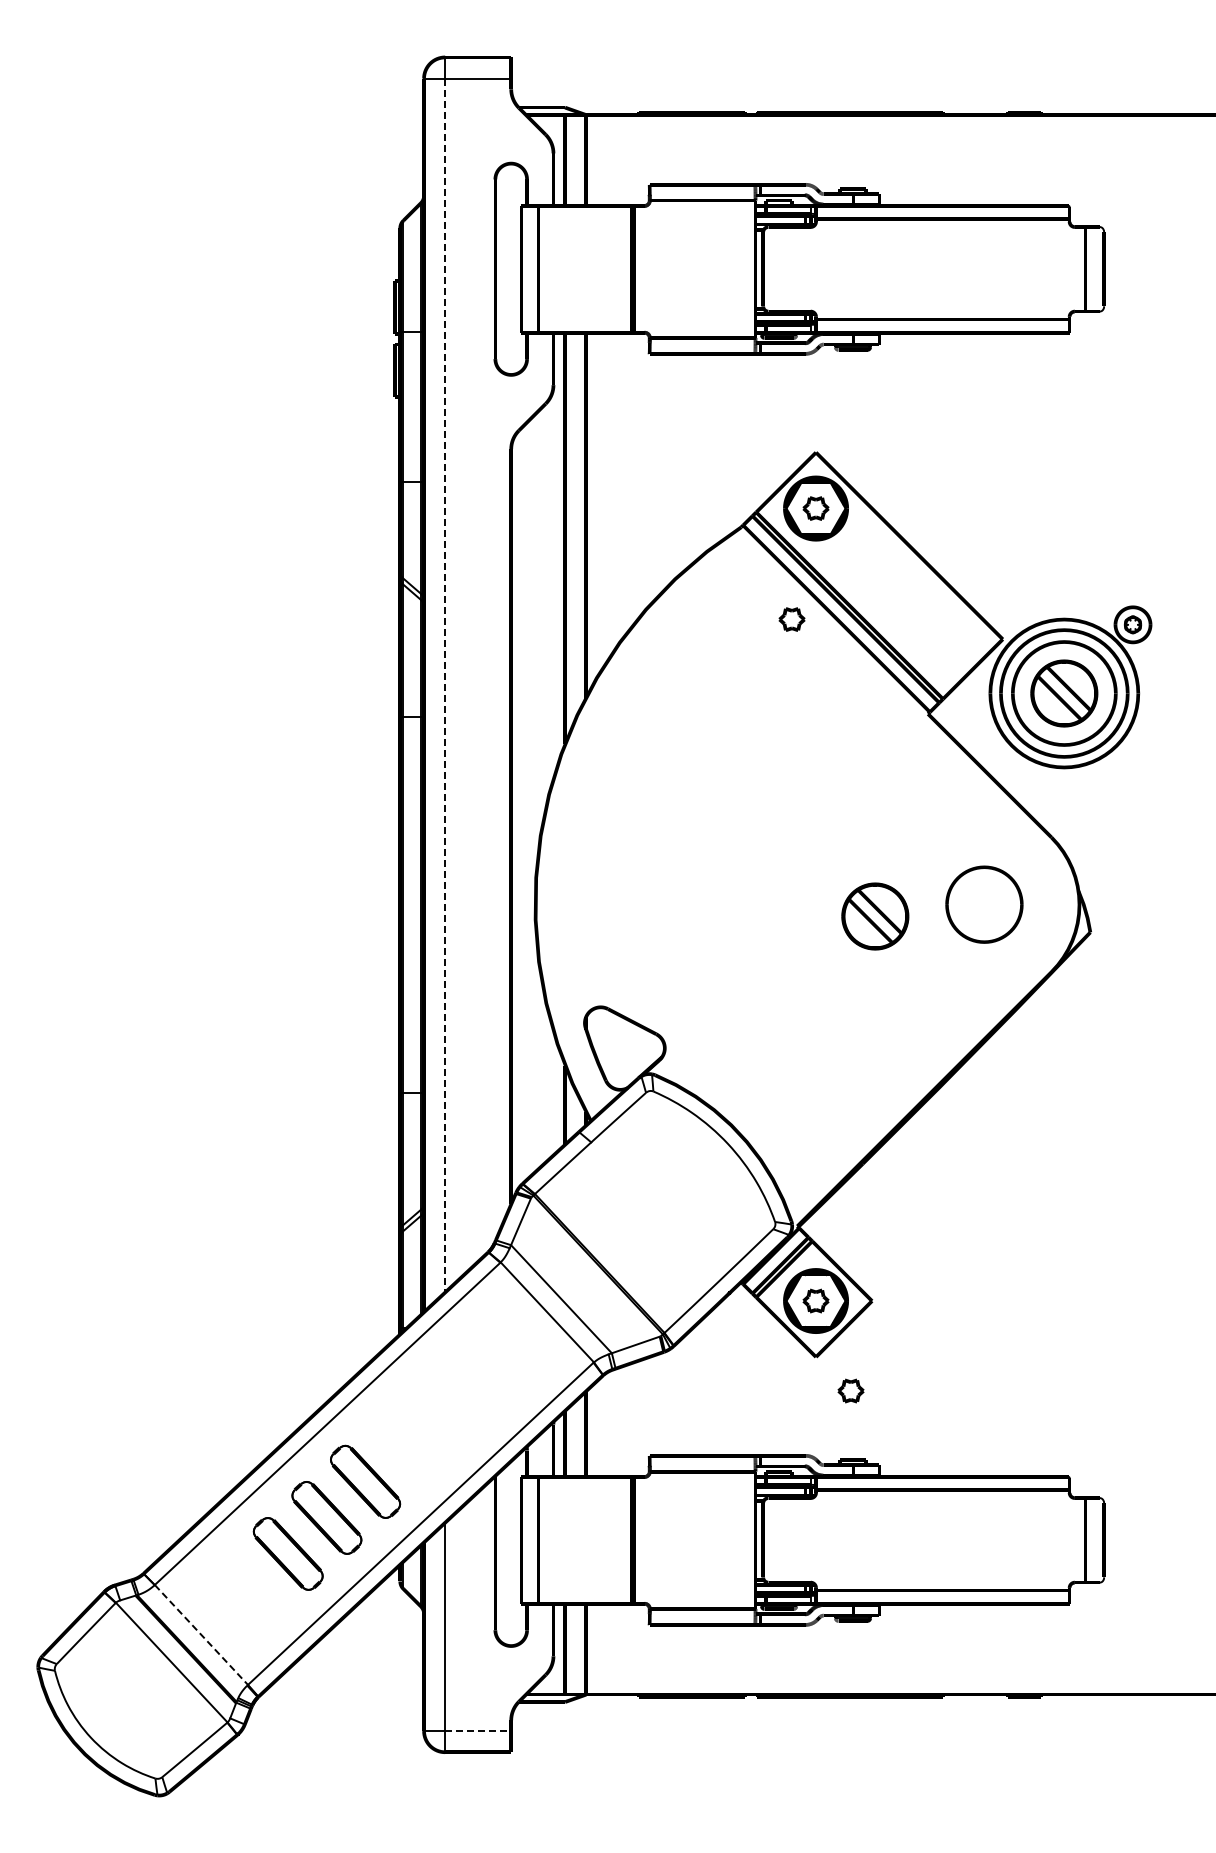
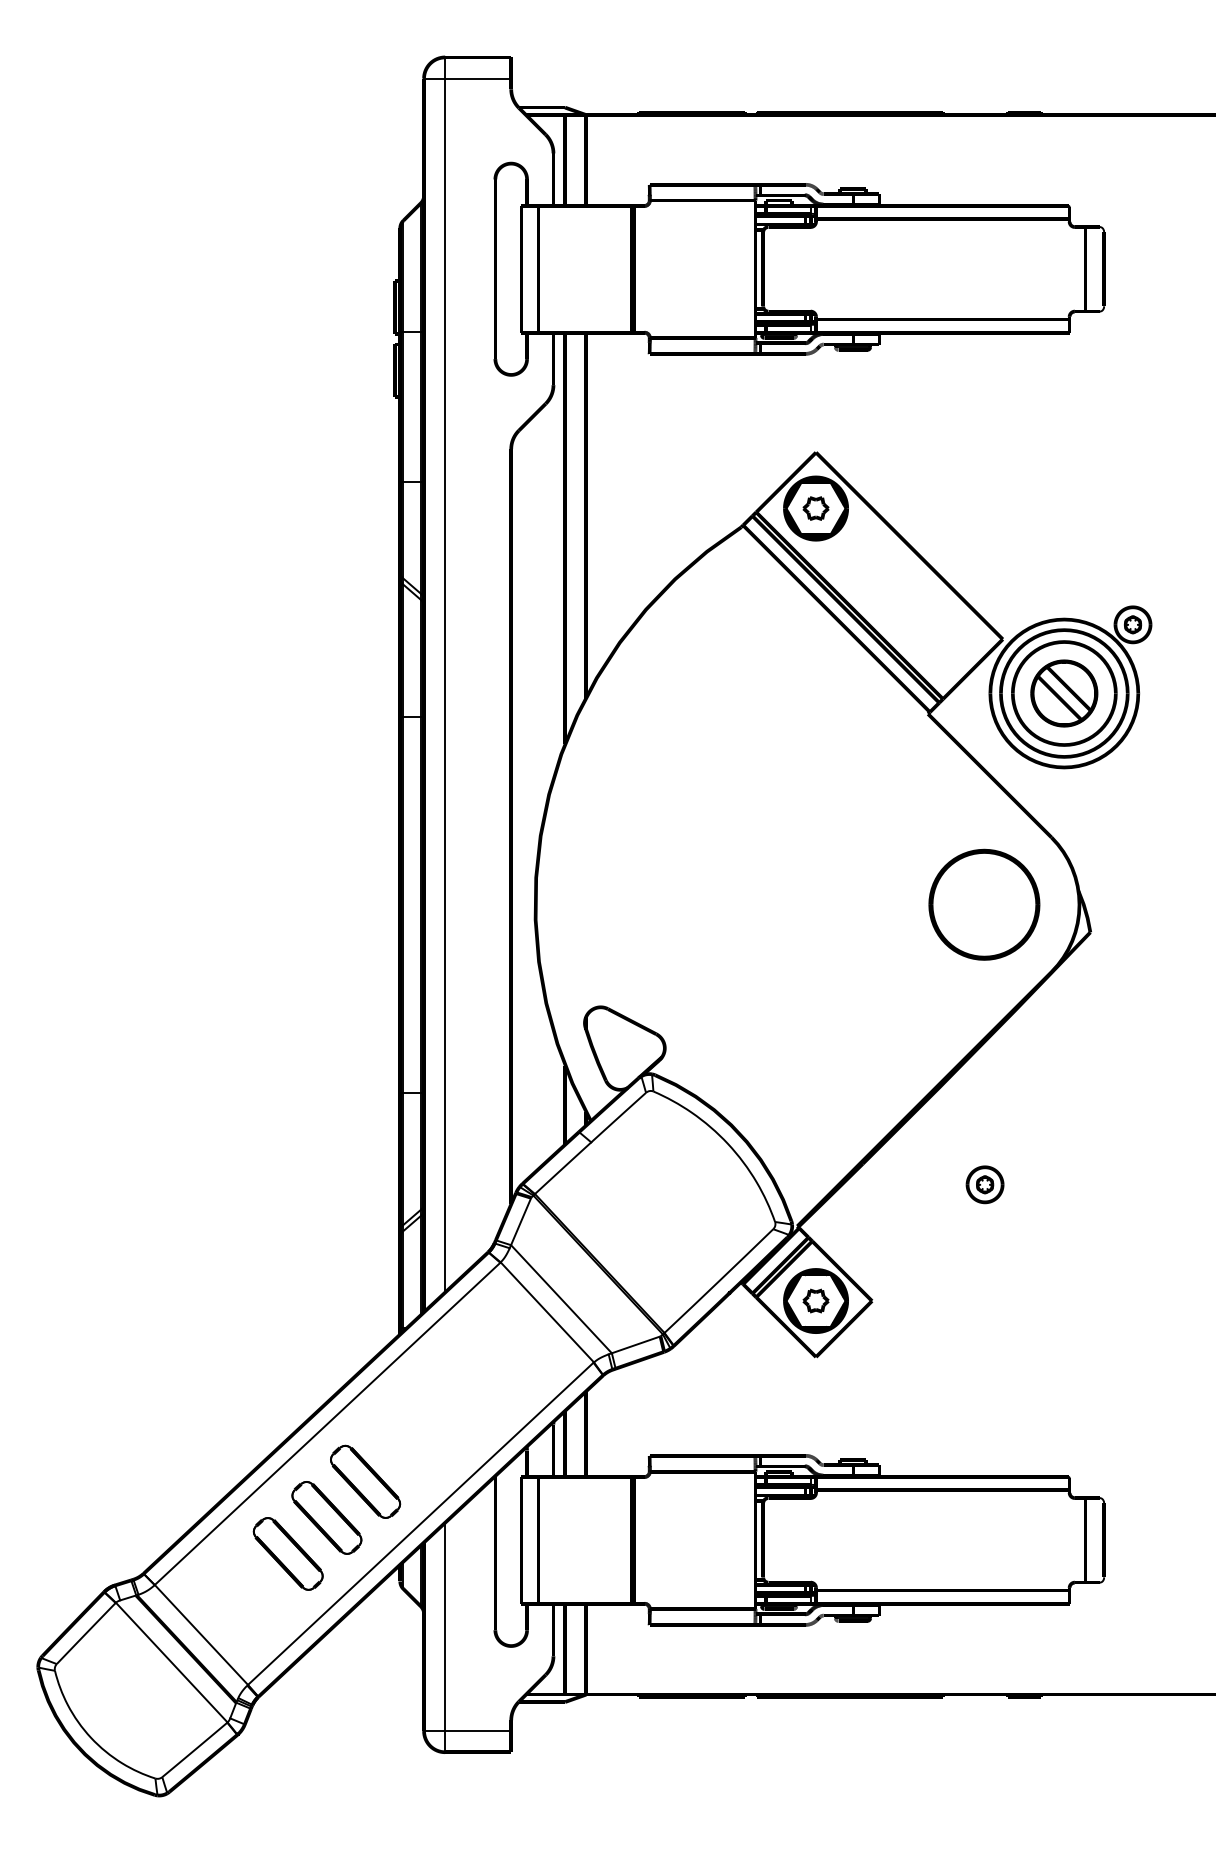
part at (791, 619): present -> none
line at (445, 686): dashed -> solid
part at (984, 904) size: 79x79 px -> 113x113 px
part at (875, 916): present -> none
part at (984, 1184): none -> present
part at (850, 1390): present -> none
line at (201, 1635): dashed -> solid
line at (478, 1731): dashed -> solid
